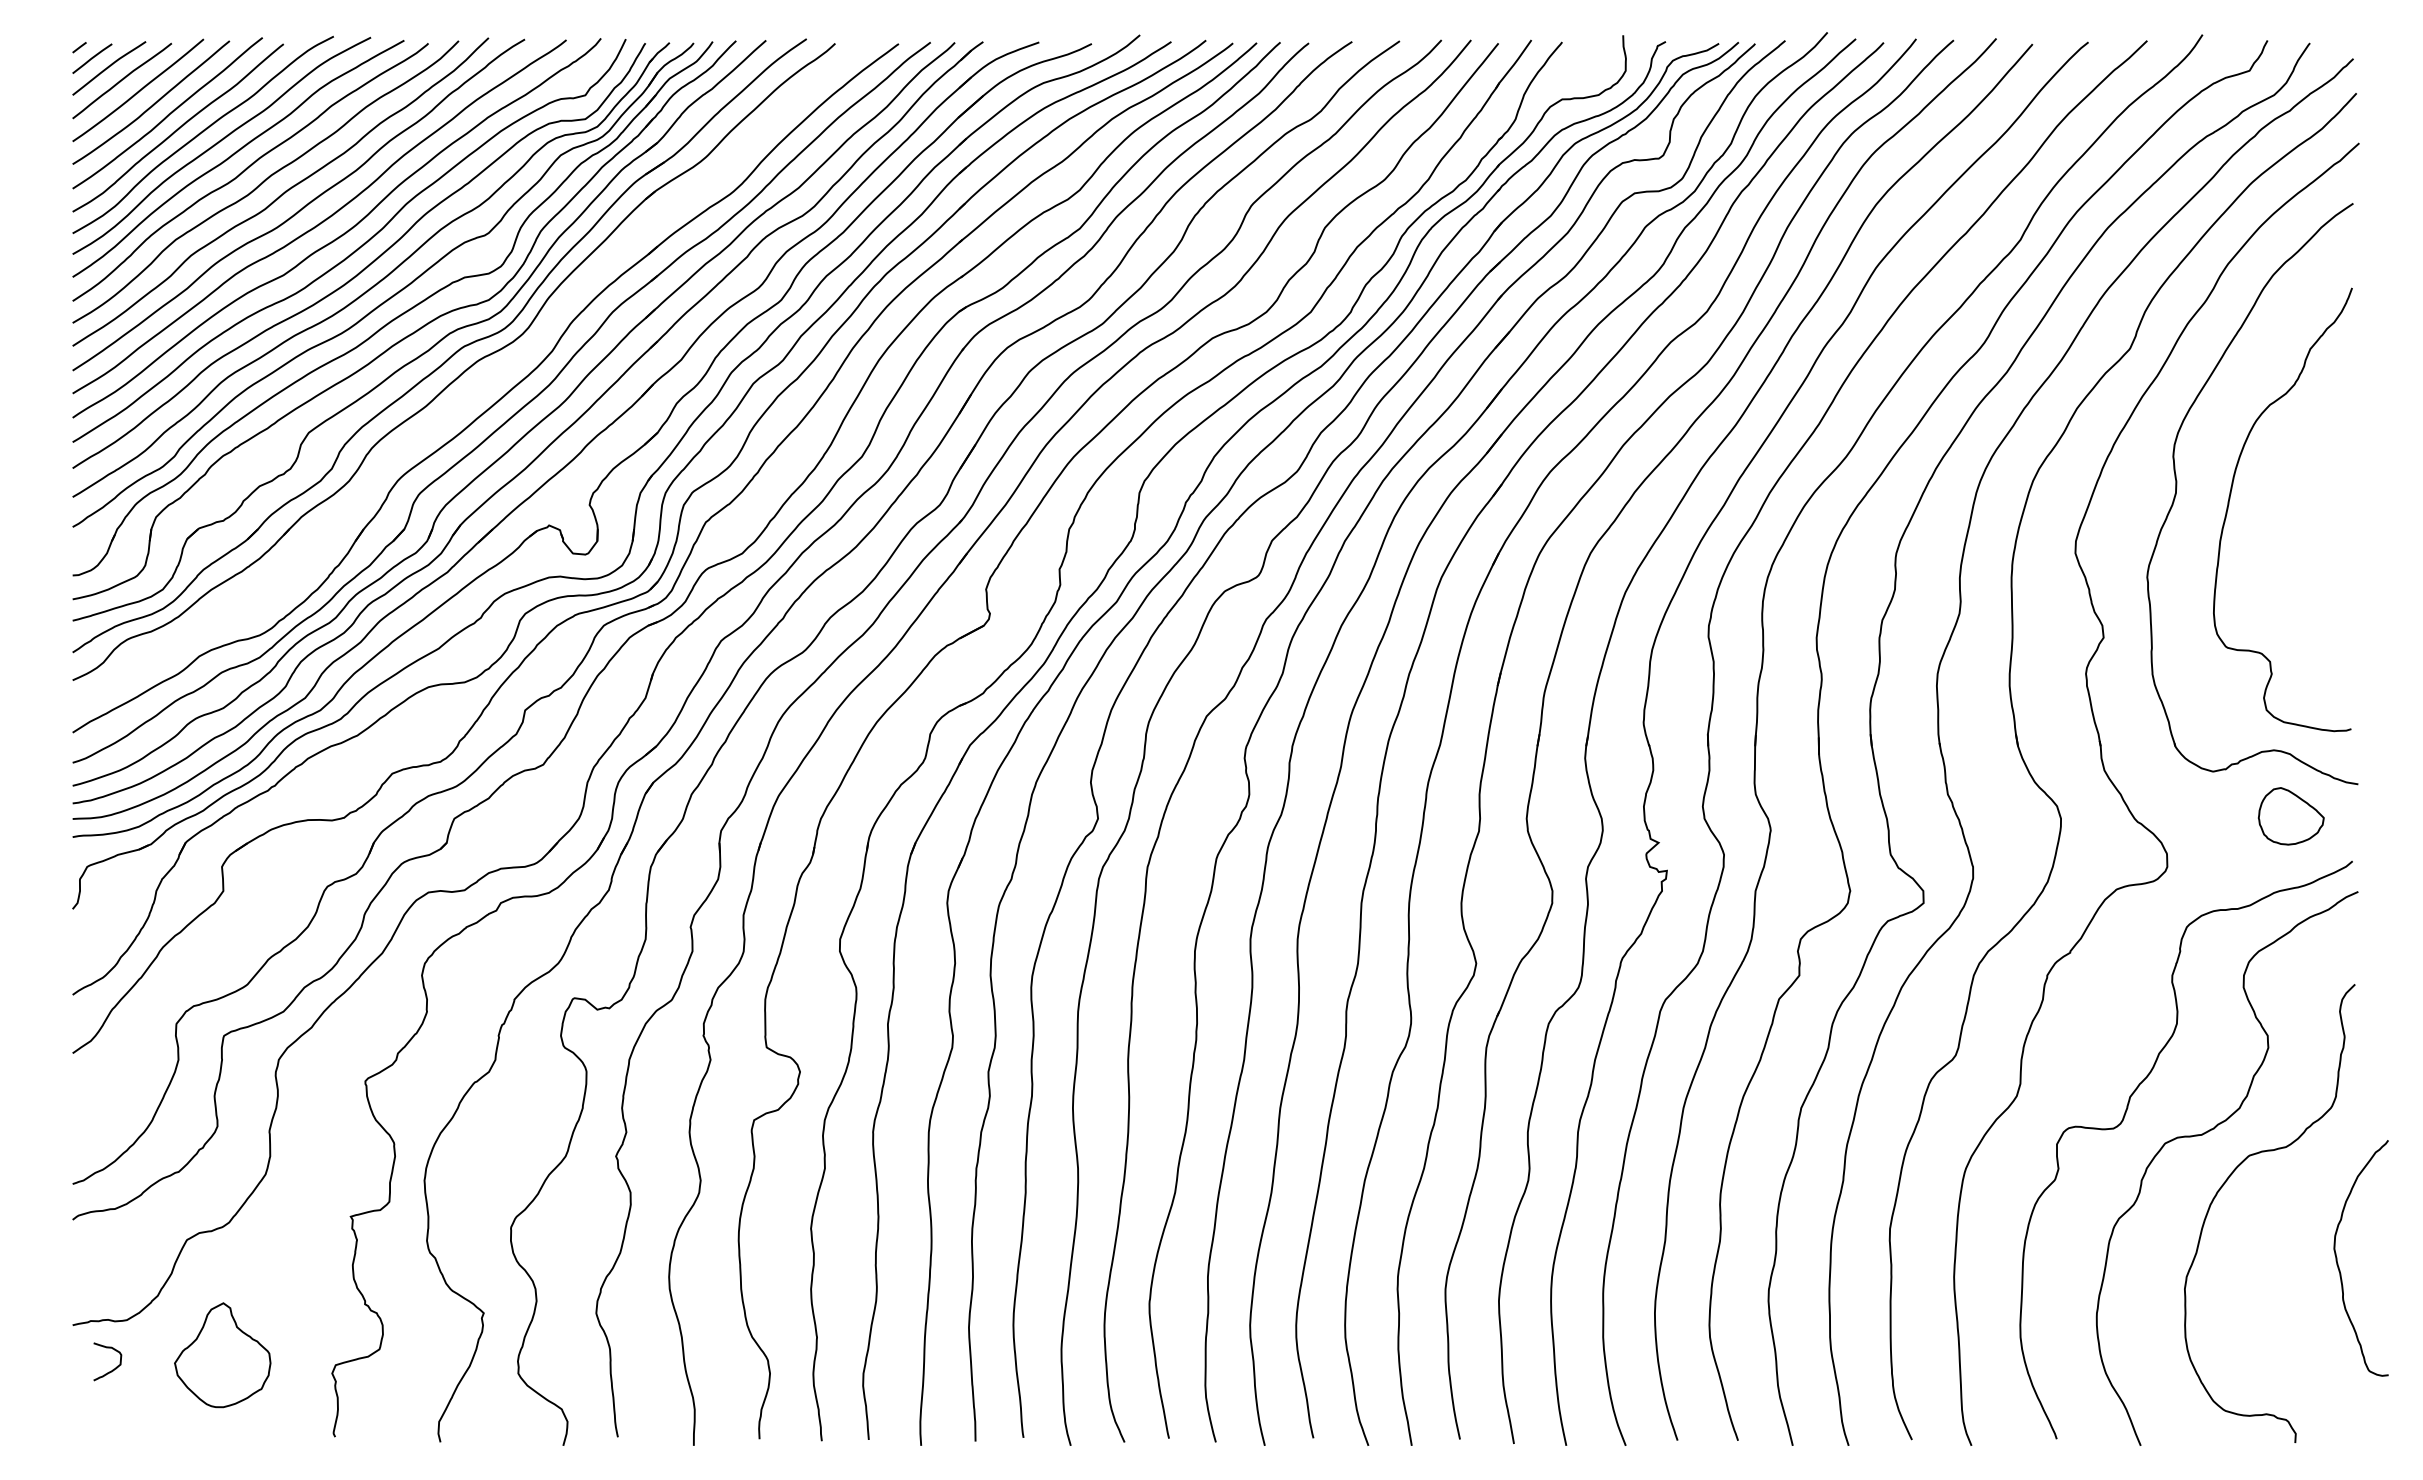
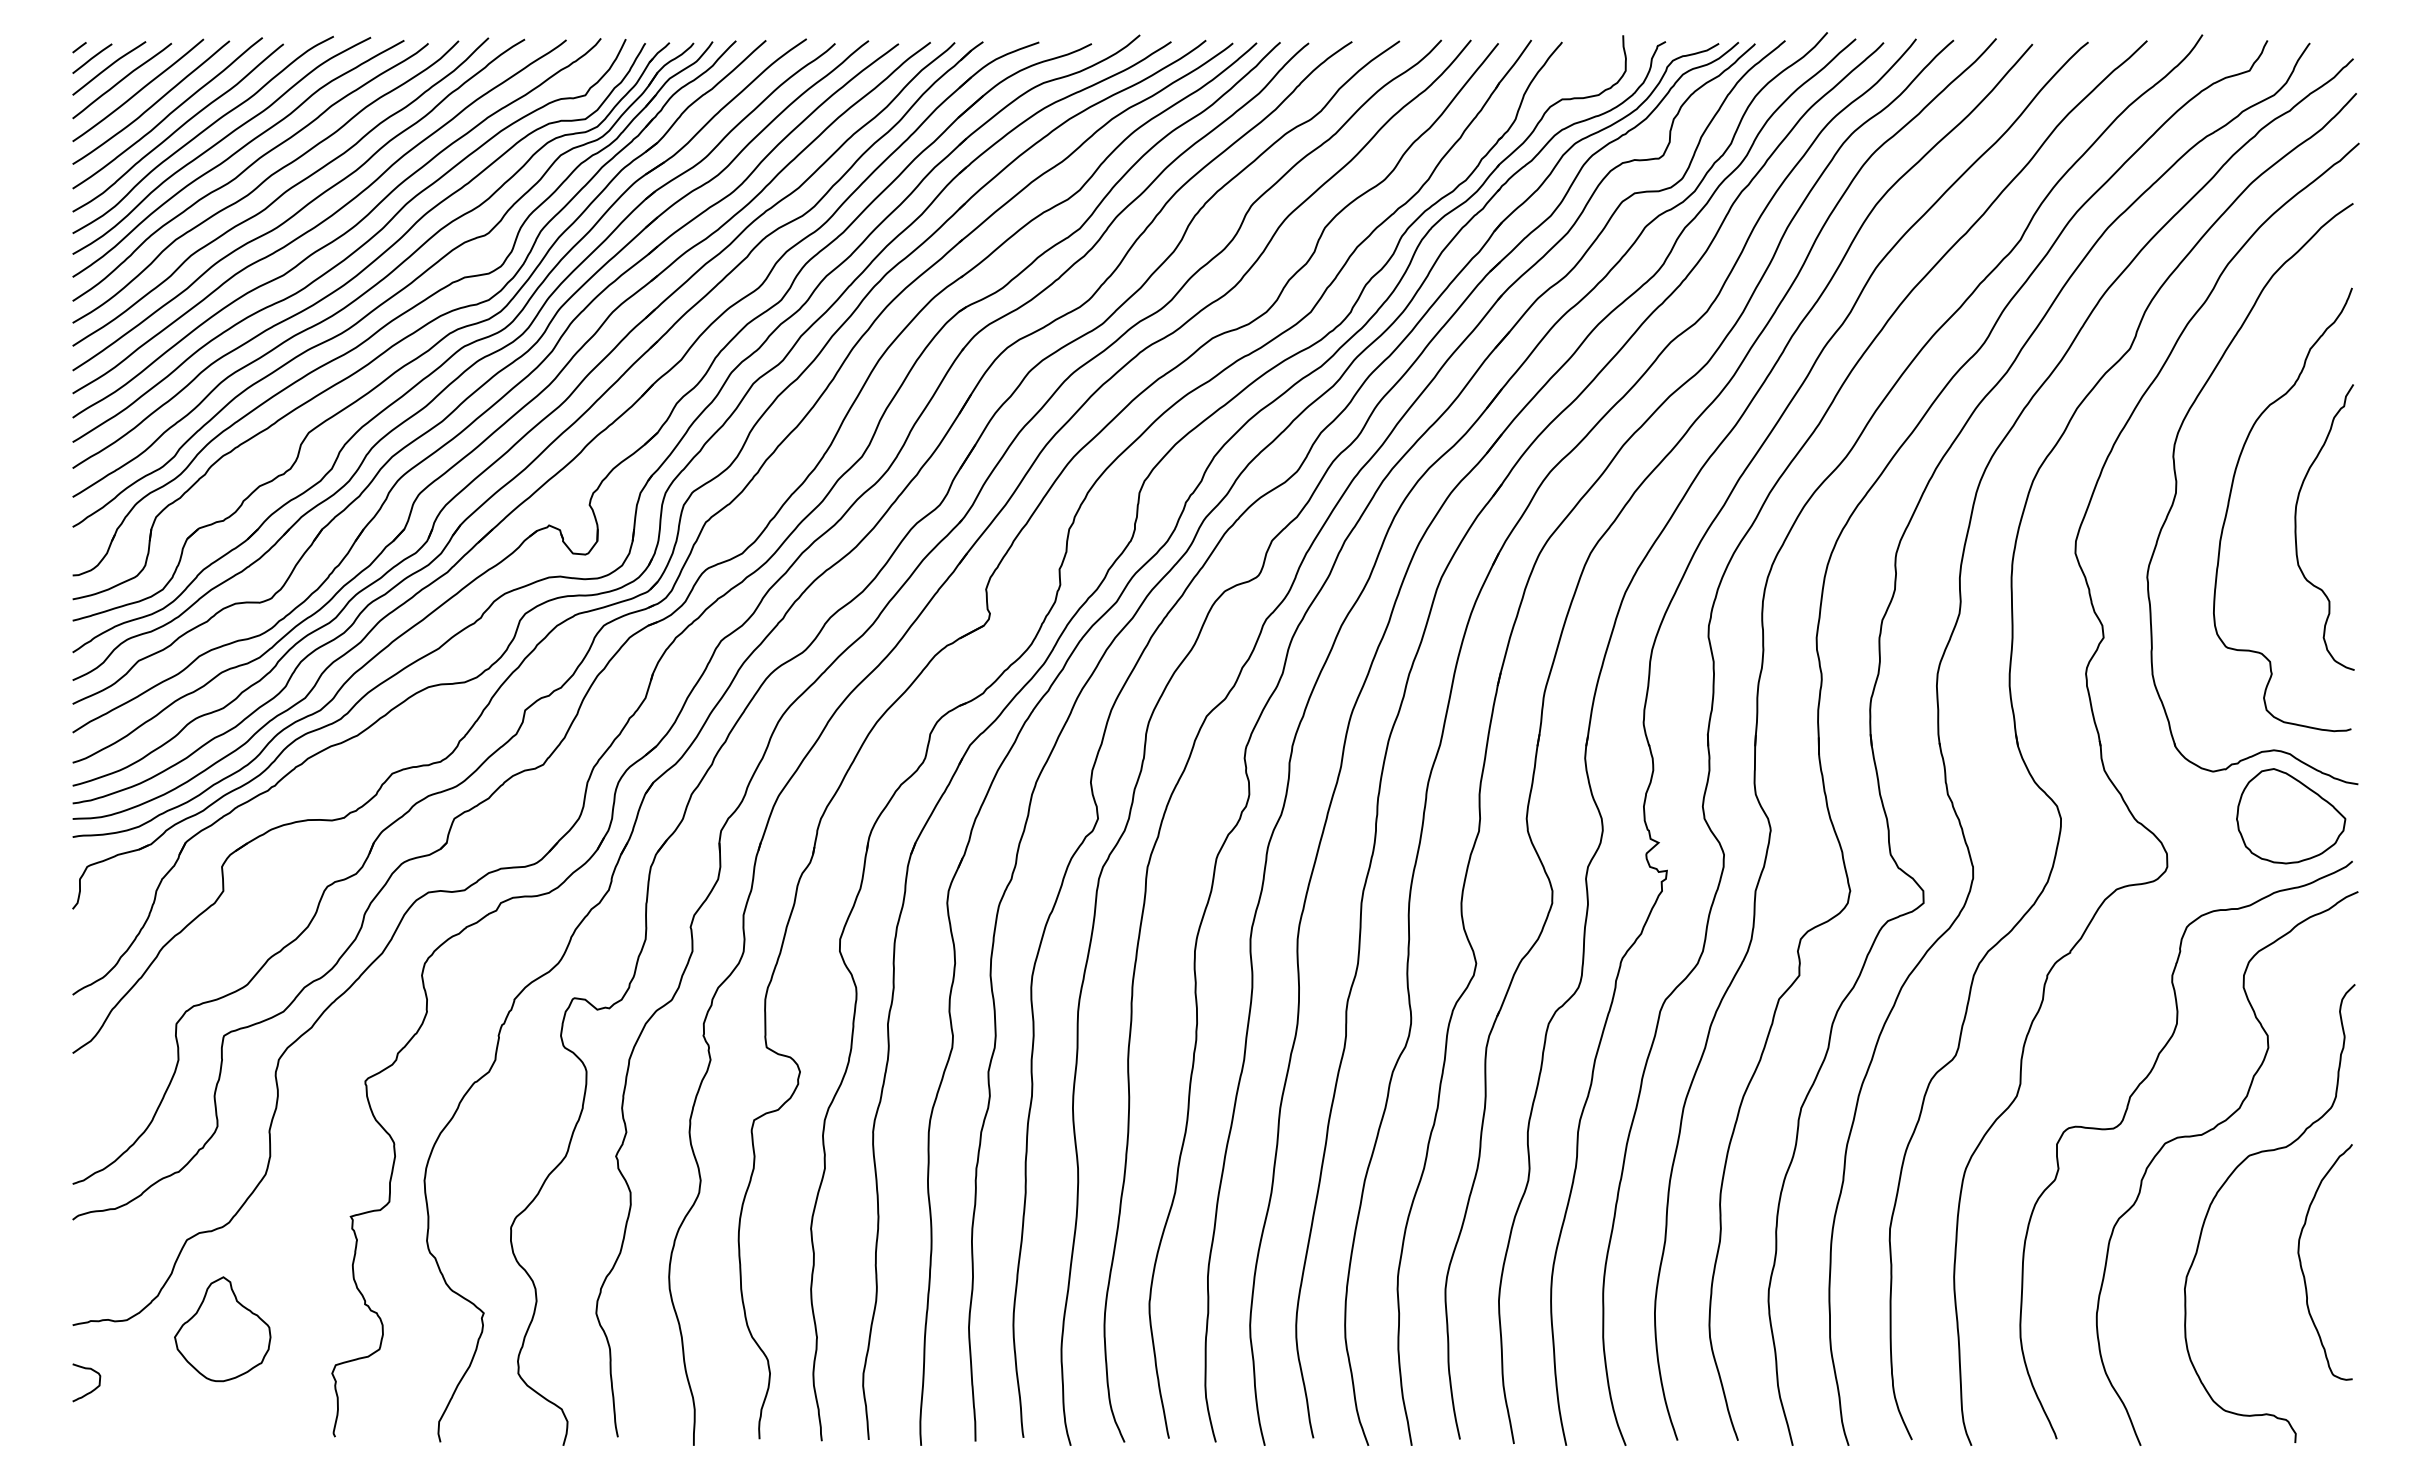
part at (479, 386): none -> present
curve at (2296, 527): none -> present
part at (2290, 816) size: 68x59 px -> 111x97 px
curve at (2339, 1266) position: (2339, 1266) -> (2303, 1270)
part at (222, 1355) position: (222, 1355) -> (222, 1329)
curve at (112, 1369) position: (112, 1369) -> (91, 1390)
